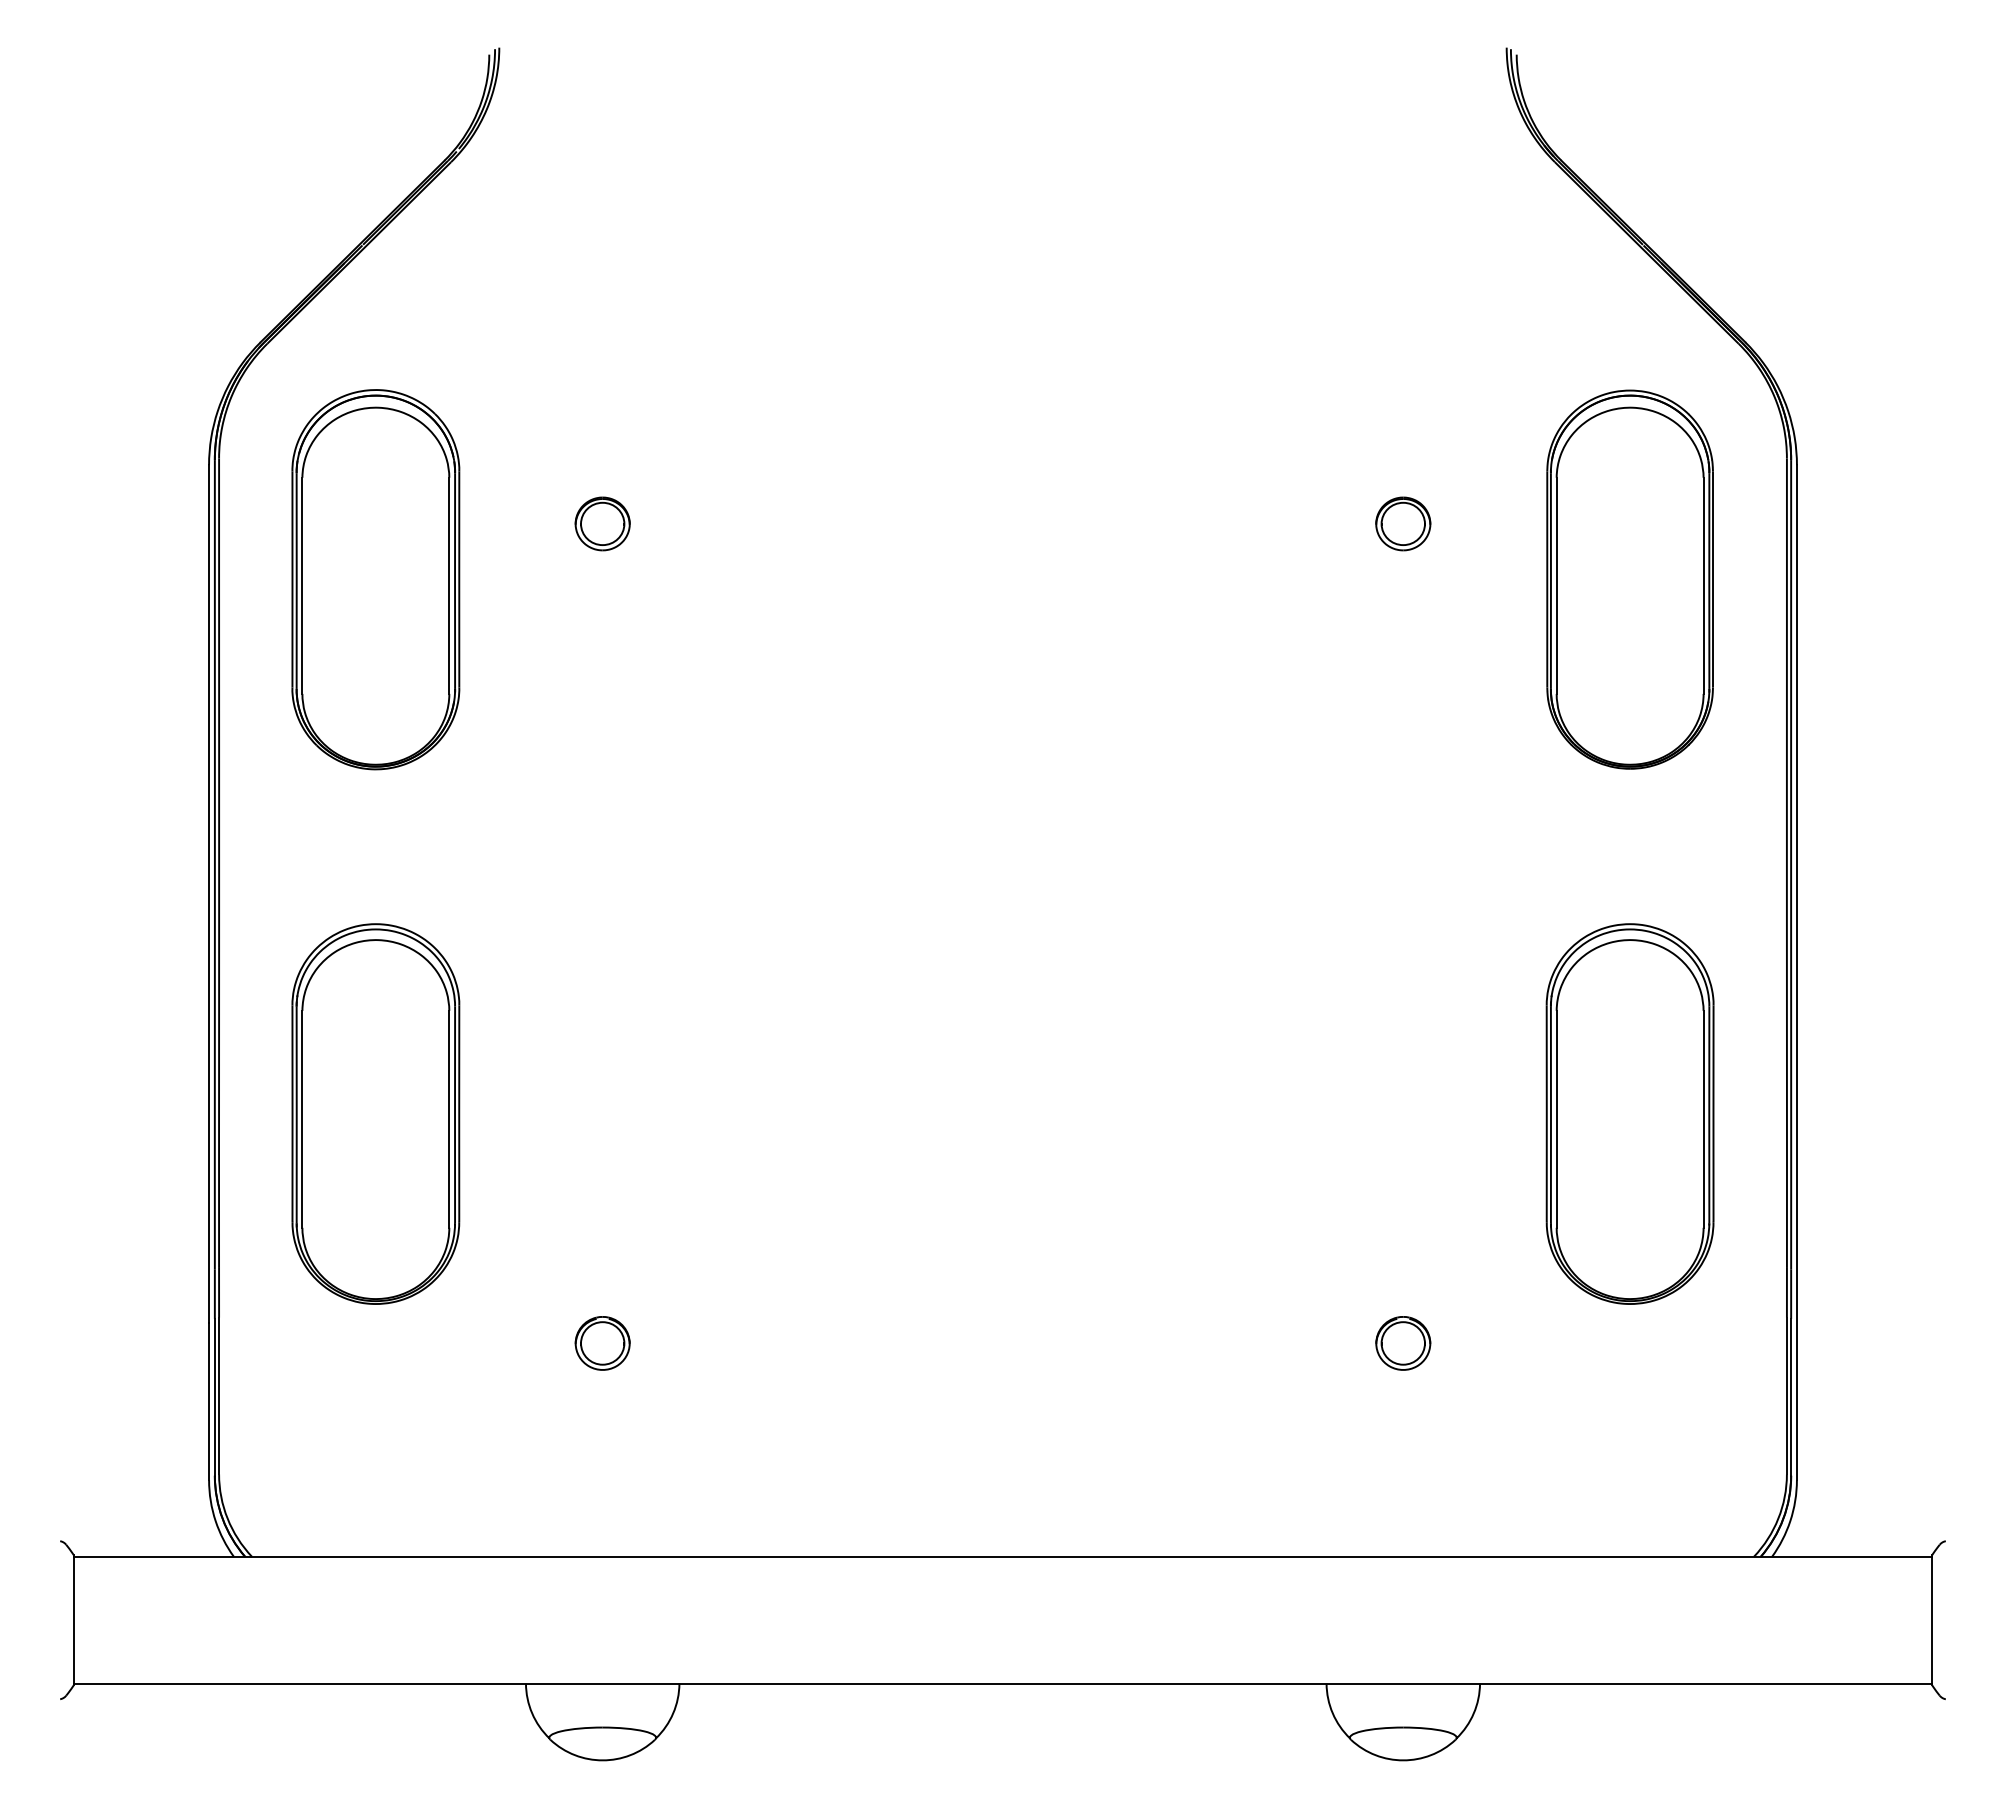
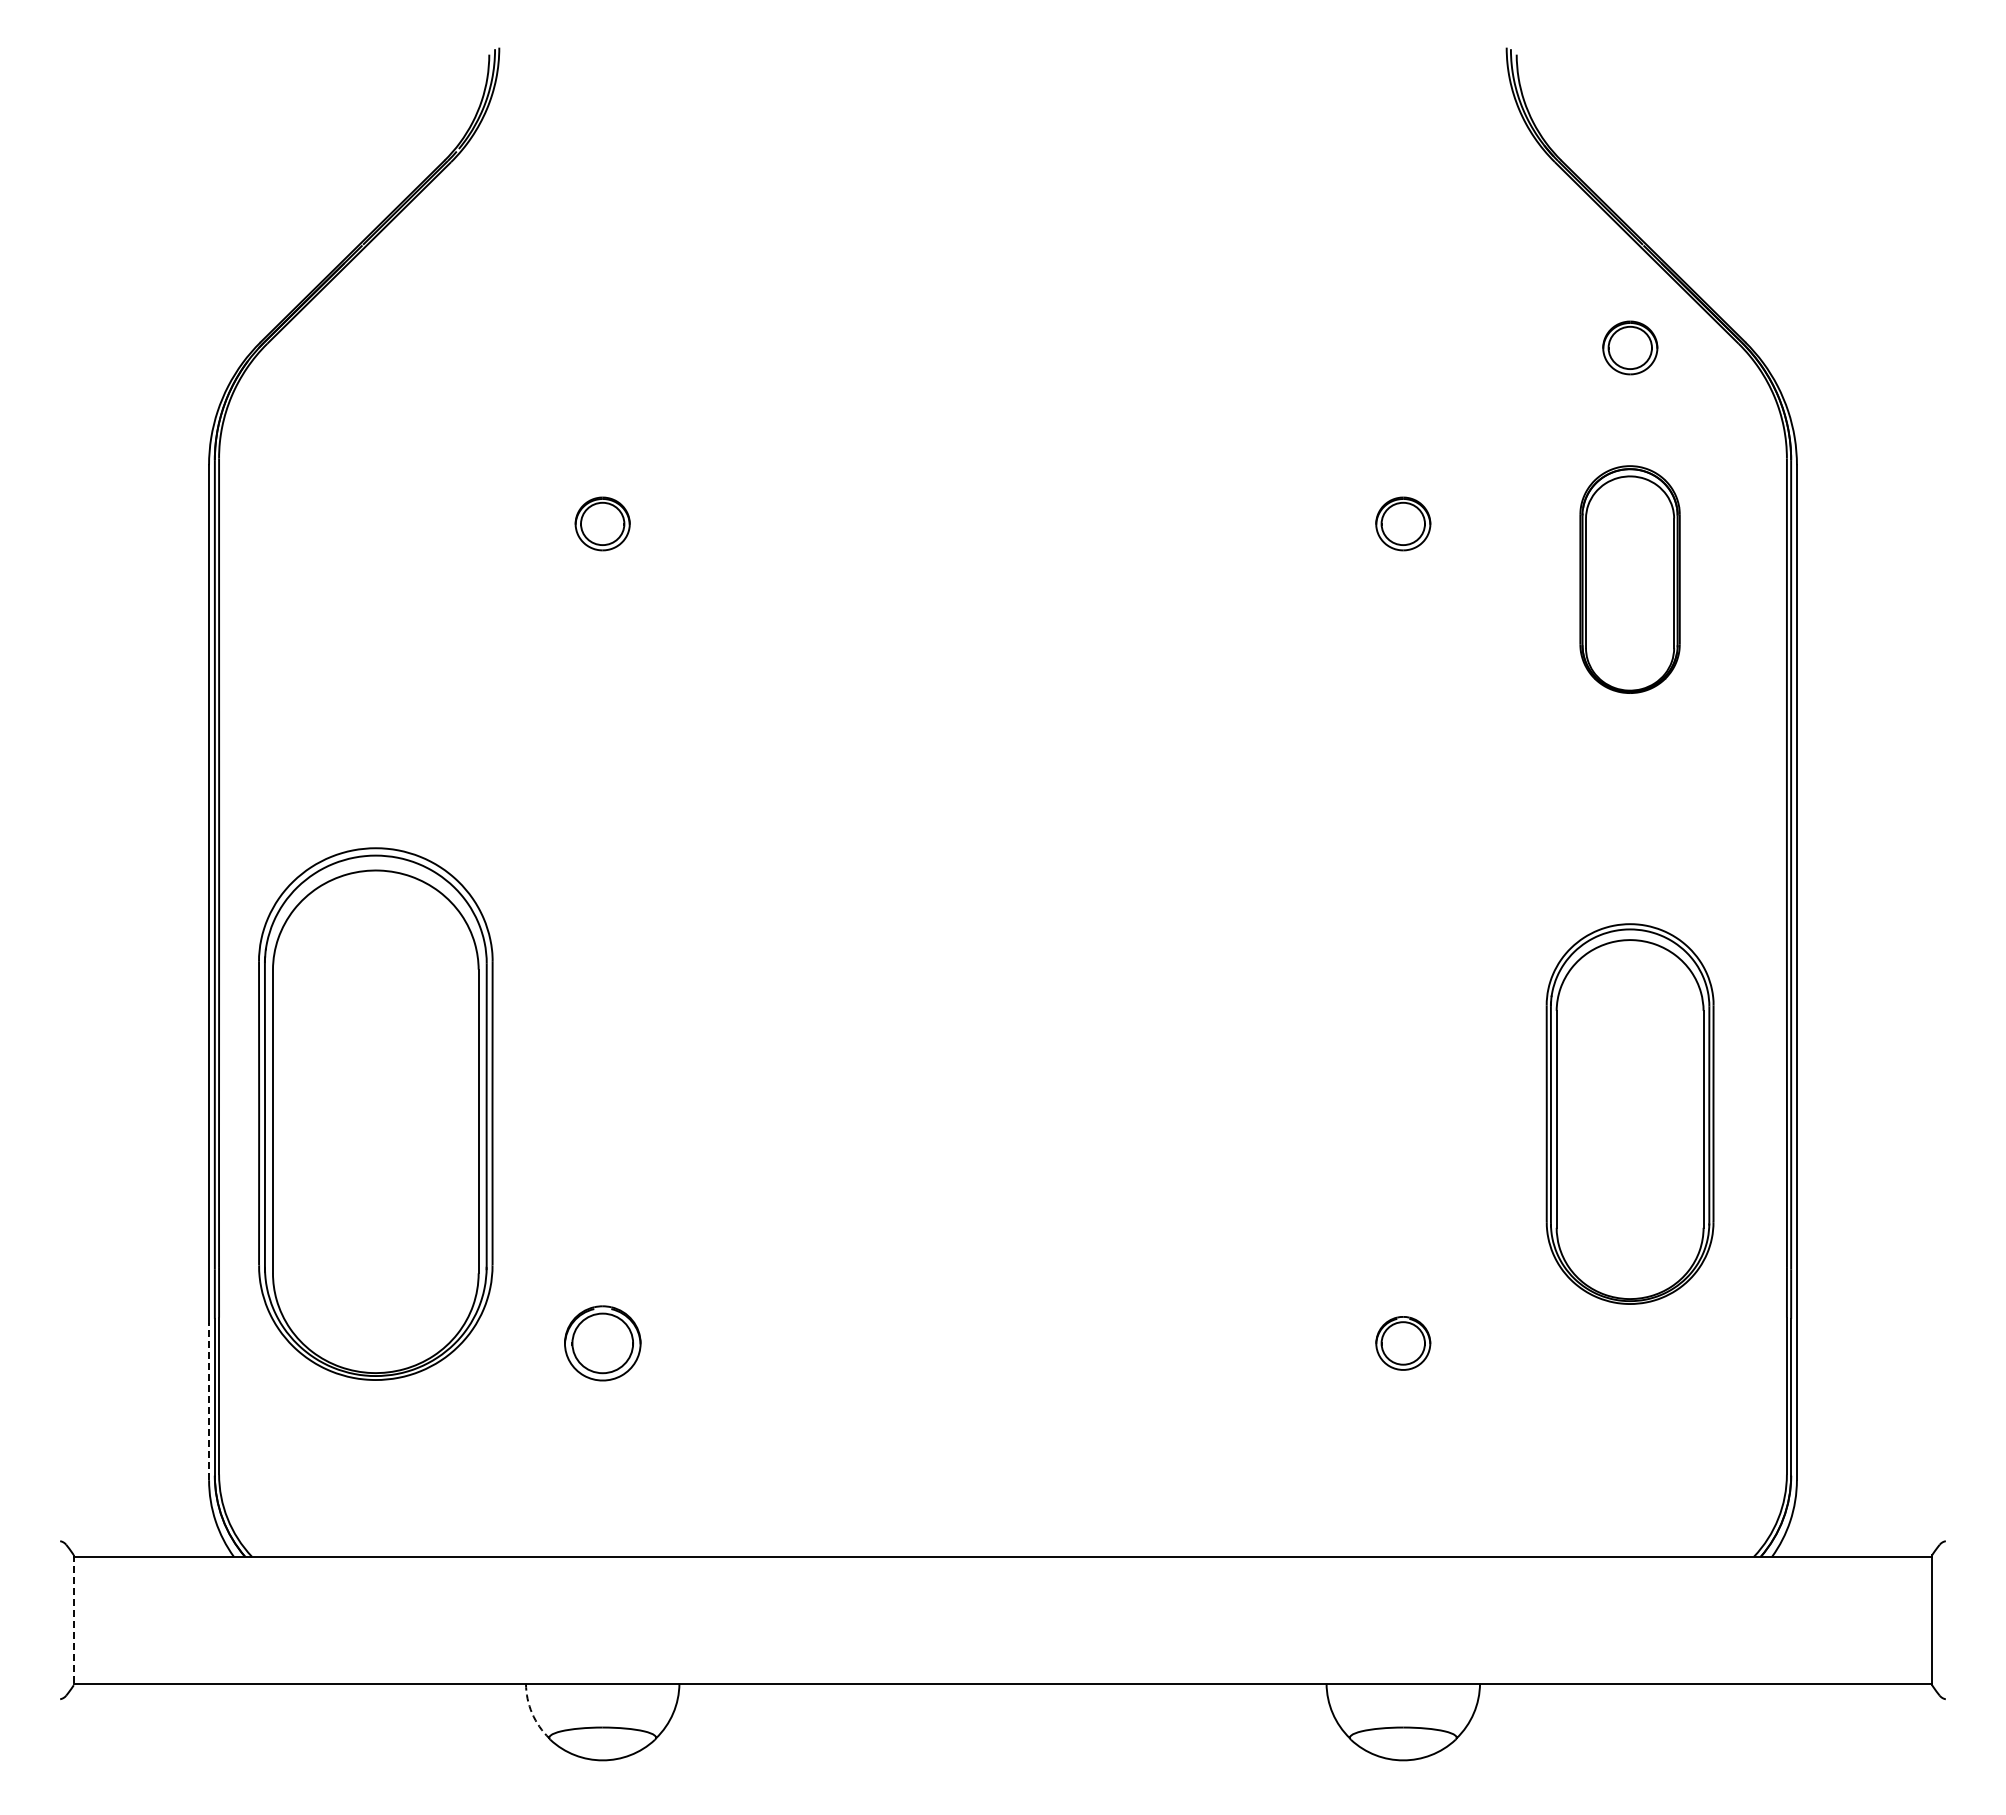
part at (1630, 347): none -> present
part at (375, 579): present -> none
part at (1629, 579) size: 168x381 px -> 102x229 px
part at (375, 1113) size: 170x382 px -> 236x534 px
part at (602, 1343) size: 57x55 px -> 78x77 px
line at (209, 1401): solid -> dashed
line at (73, 1620): solid -> dashed
arc at (532, 1713): solid -> dashed
